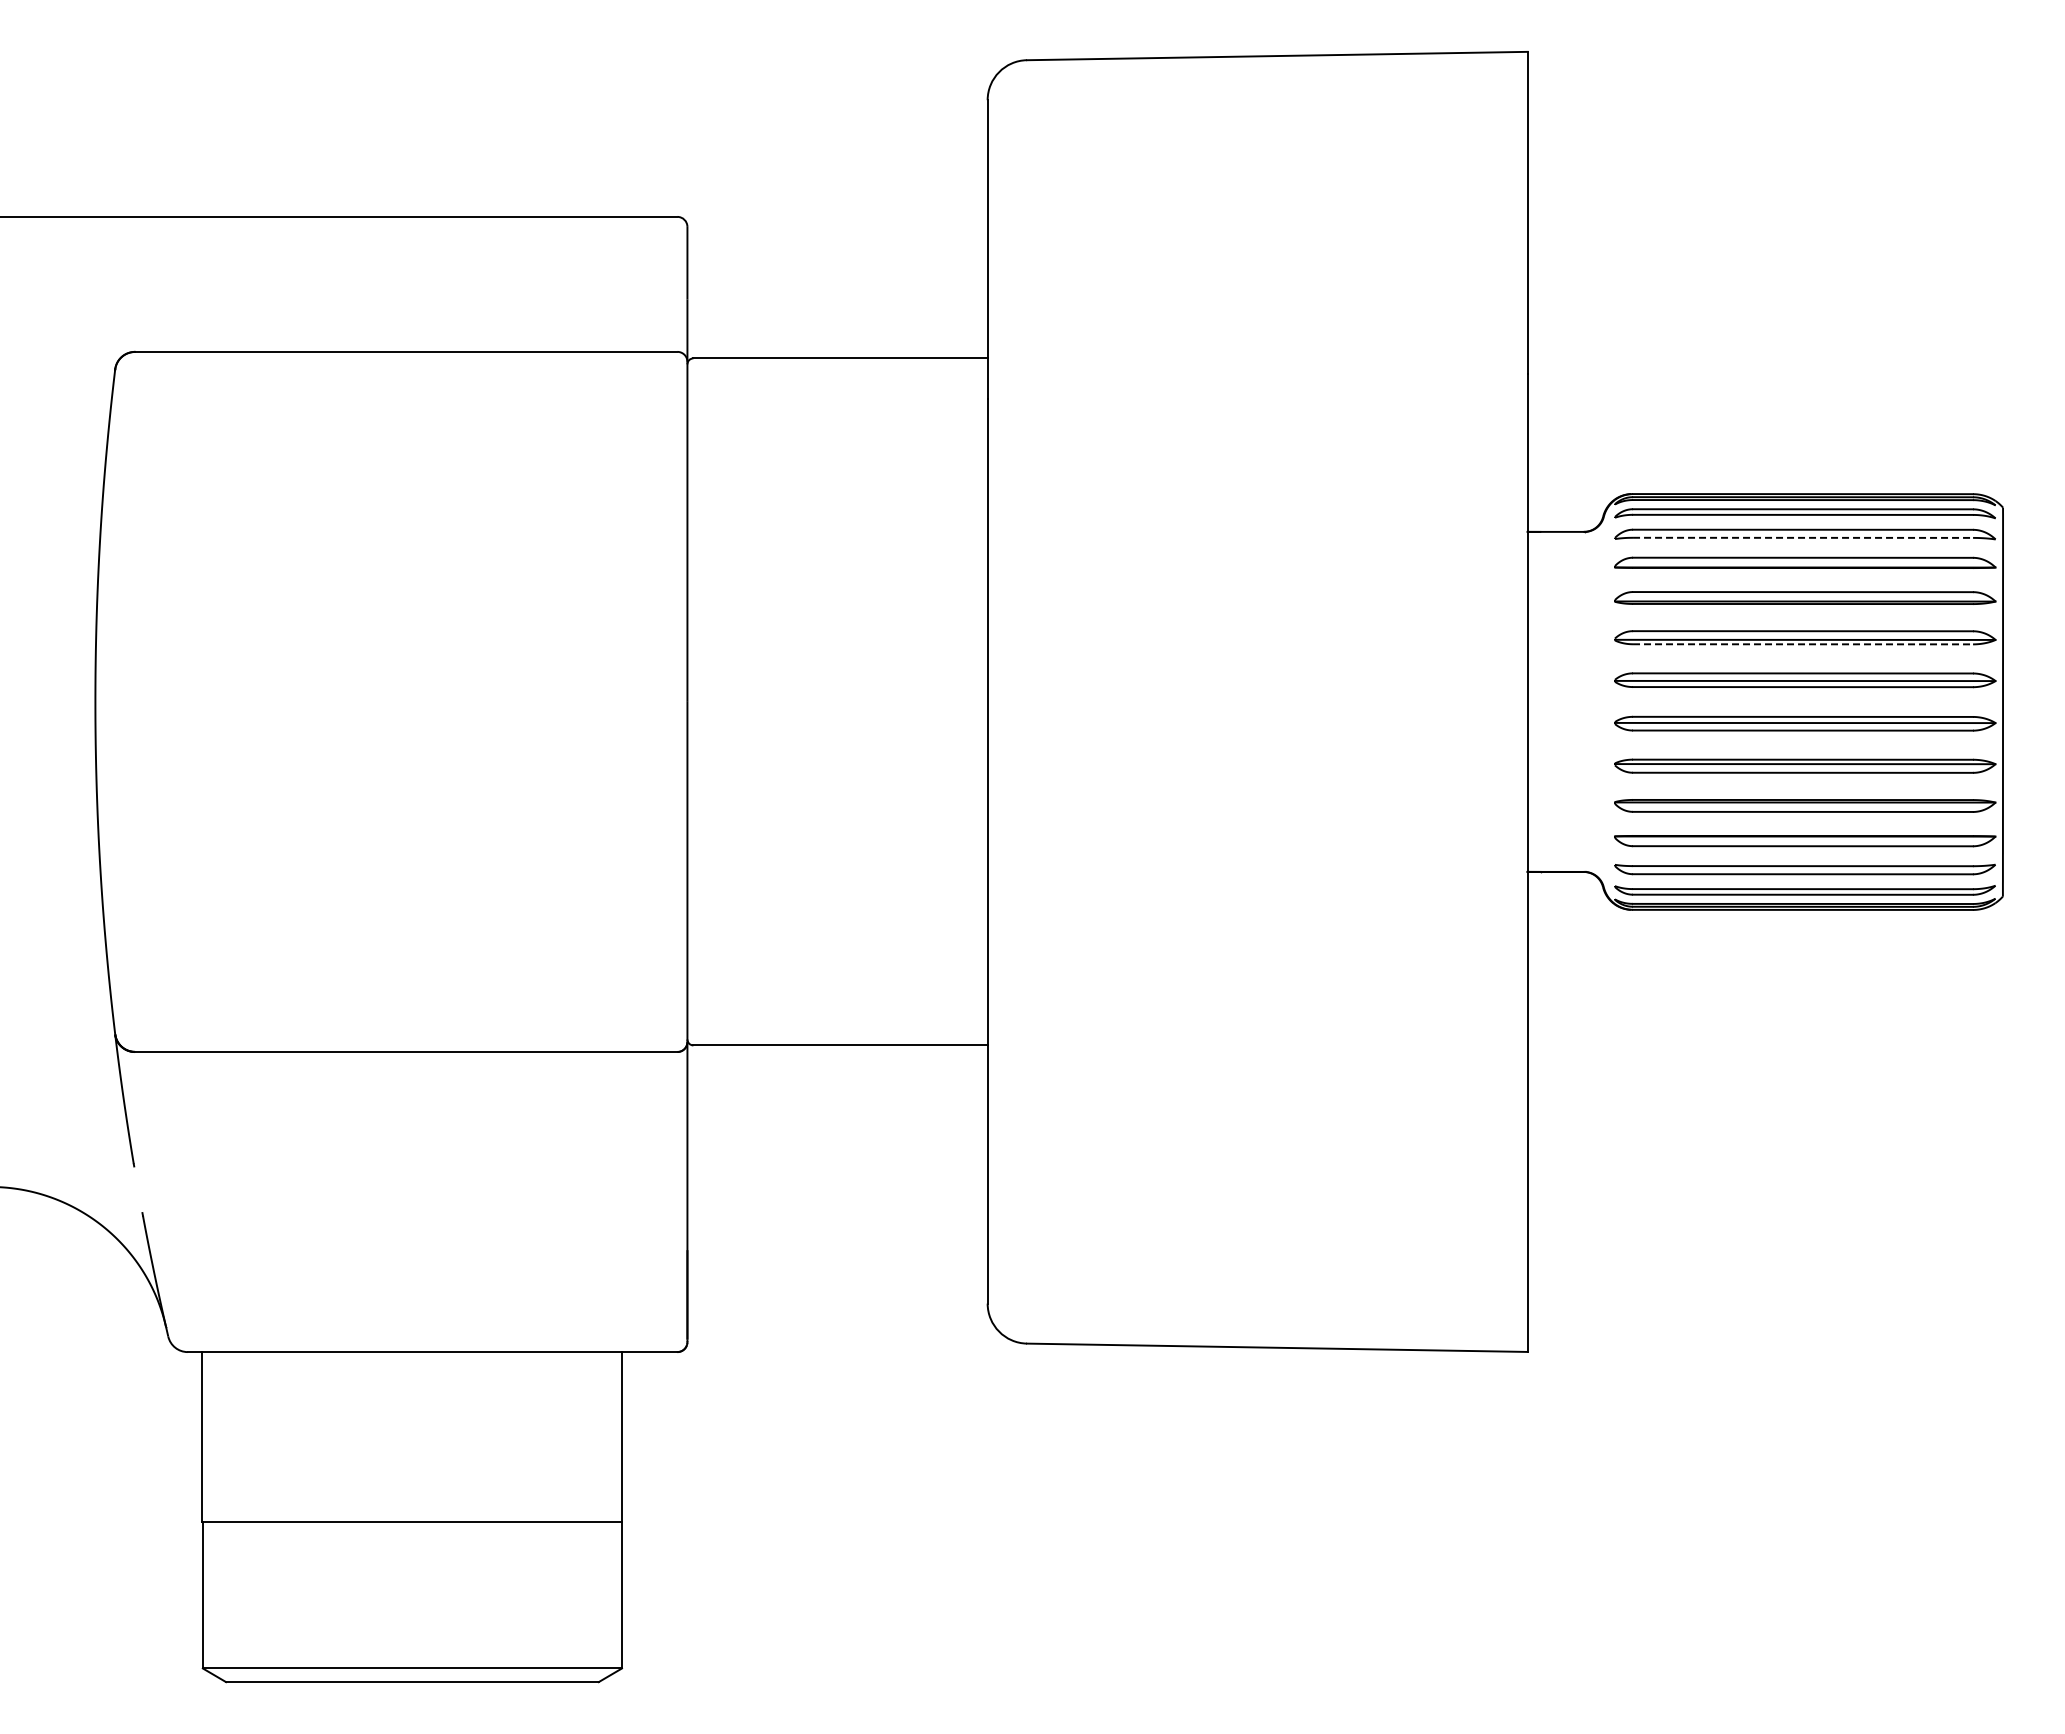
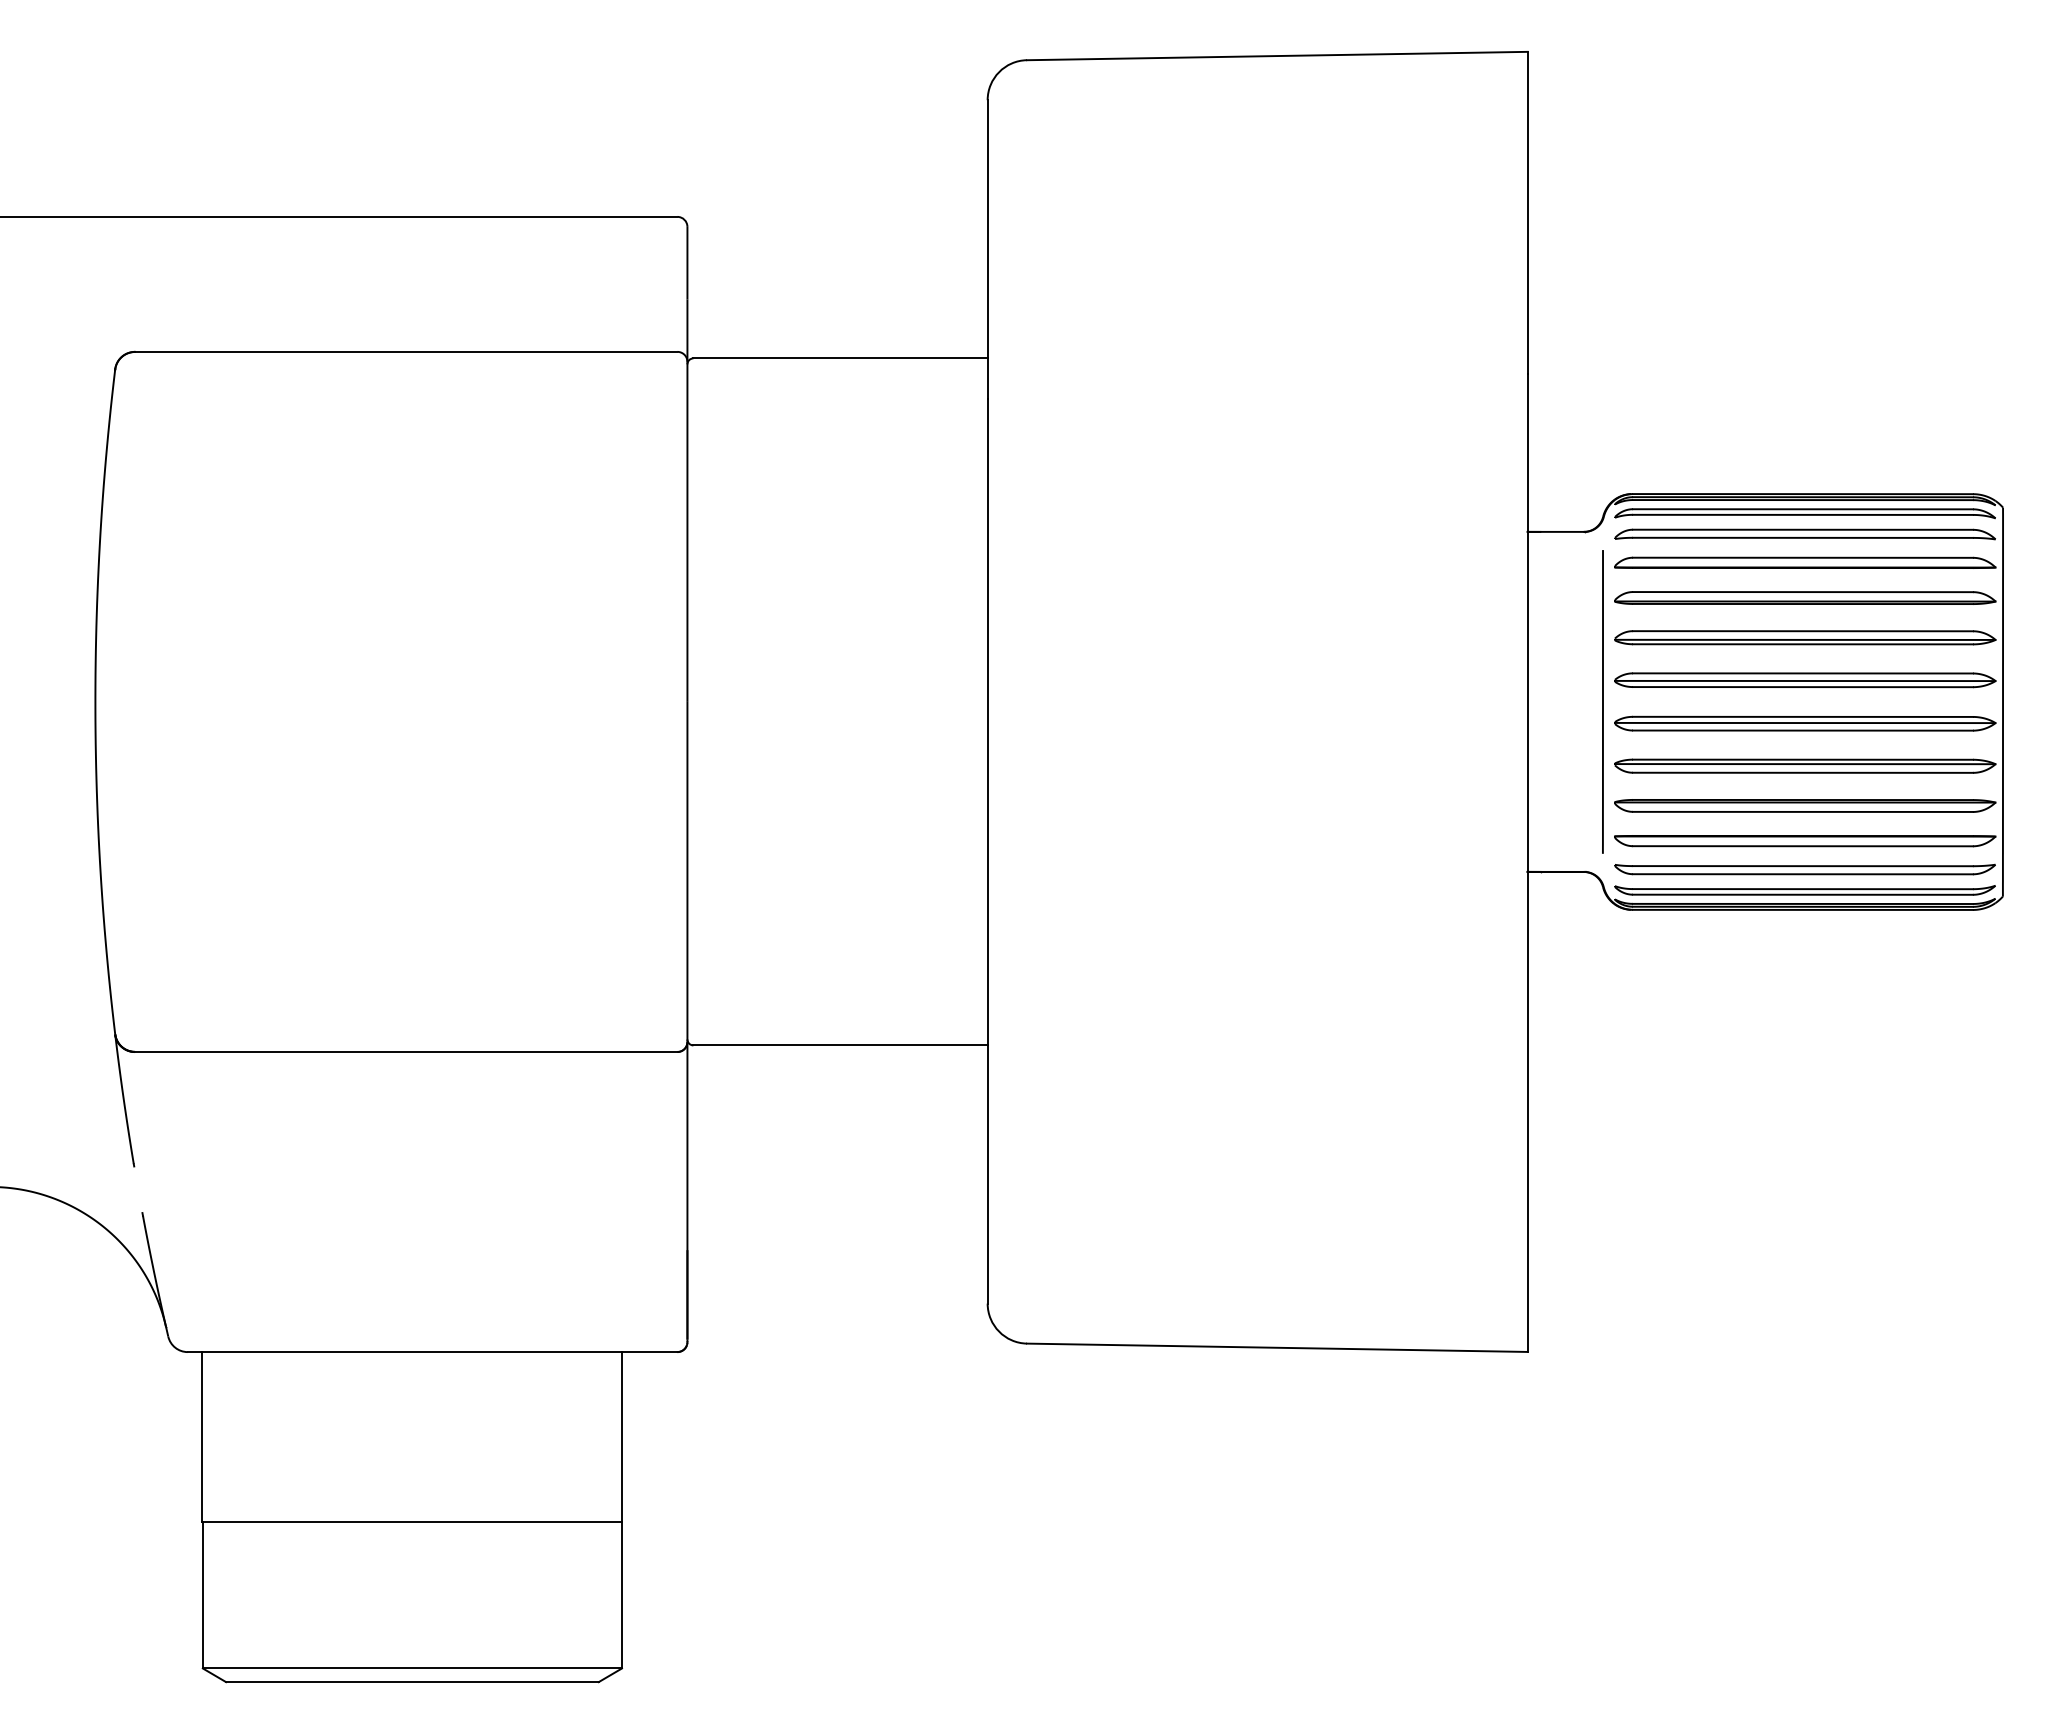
line at (1803, 537): dashed -> solid
line at (1803, 644): dashed -> solid
line at (1602, 701): none -> present
